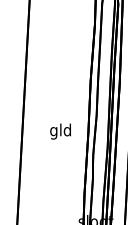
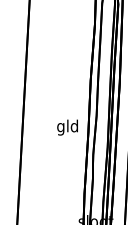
text at (60, 131) position: (60, 131) -> (67, 127)
